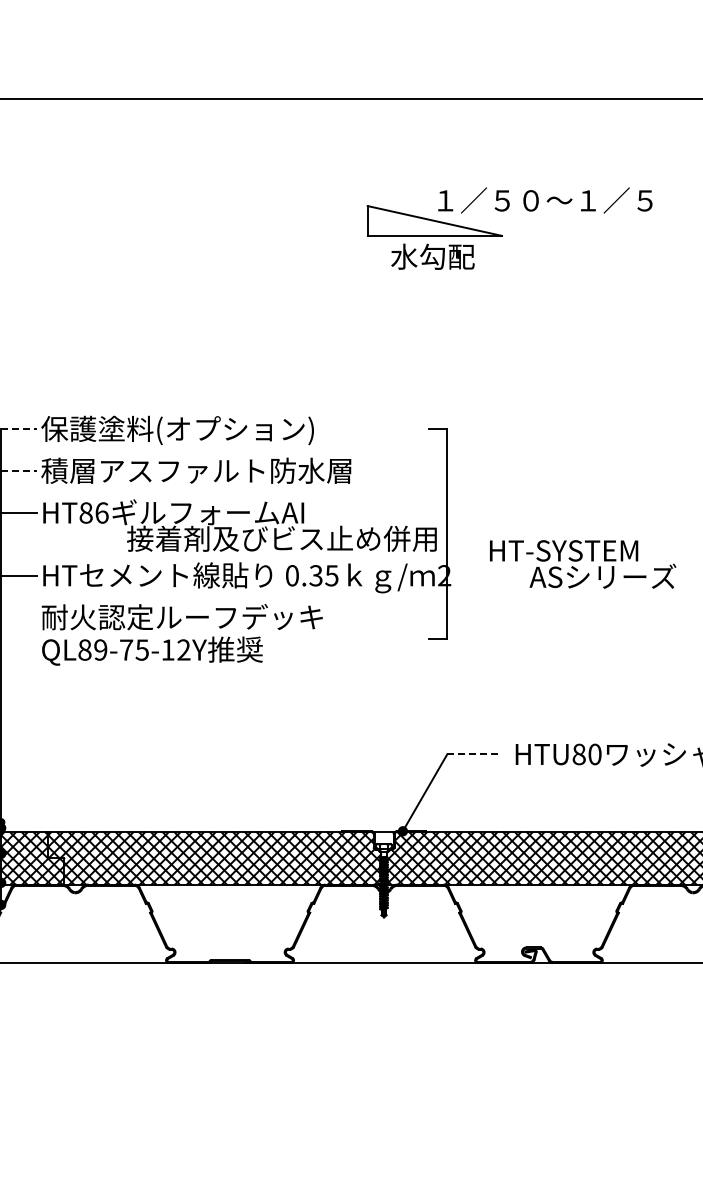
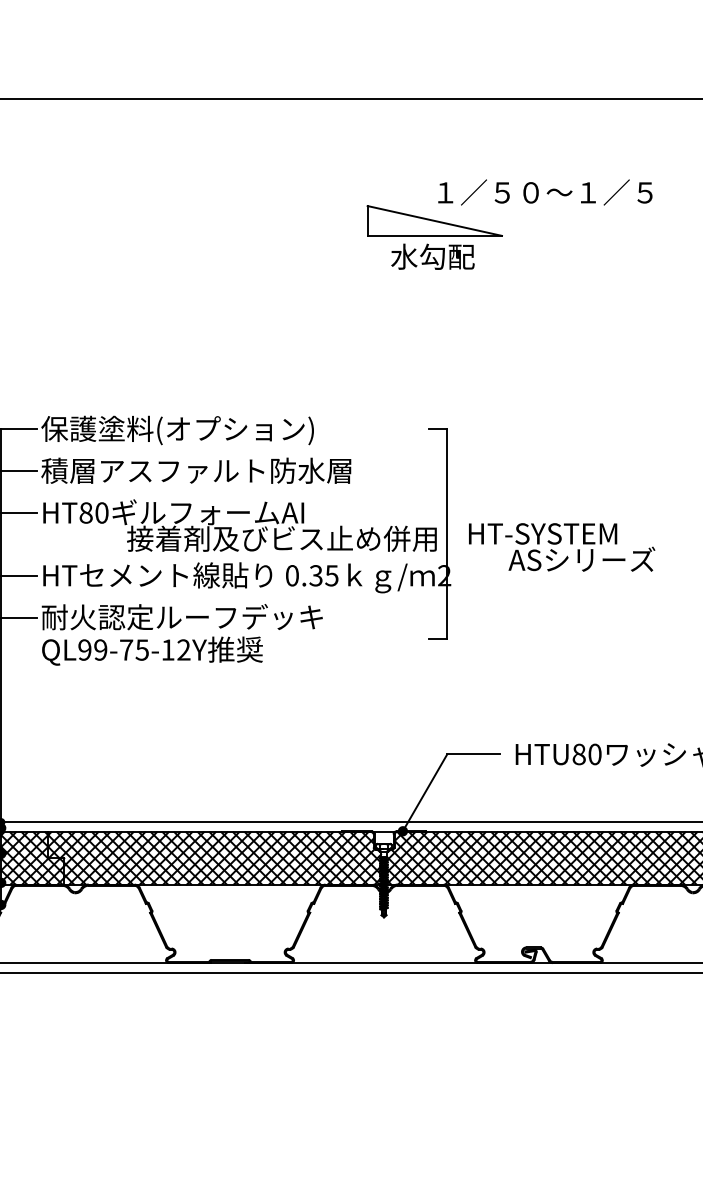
text at (545, 200) position: (545, 200) -> (545, 192)
line at (19, 429): dashed -> solid
line at (19, 471): dashed -> solid
text at (101, 512): HT86 -> HT80
text at (583, 564) position: (583, 564) -> (562, 547)
line at (19, 617): none -> present
text at (84, 649): QL89-75-12Y -> QL99-75-12Y
line at (474, 754): dashed -> solid
line at (350, 821): none -> present
line at (350, 972): none -> present
